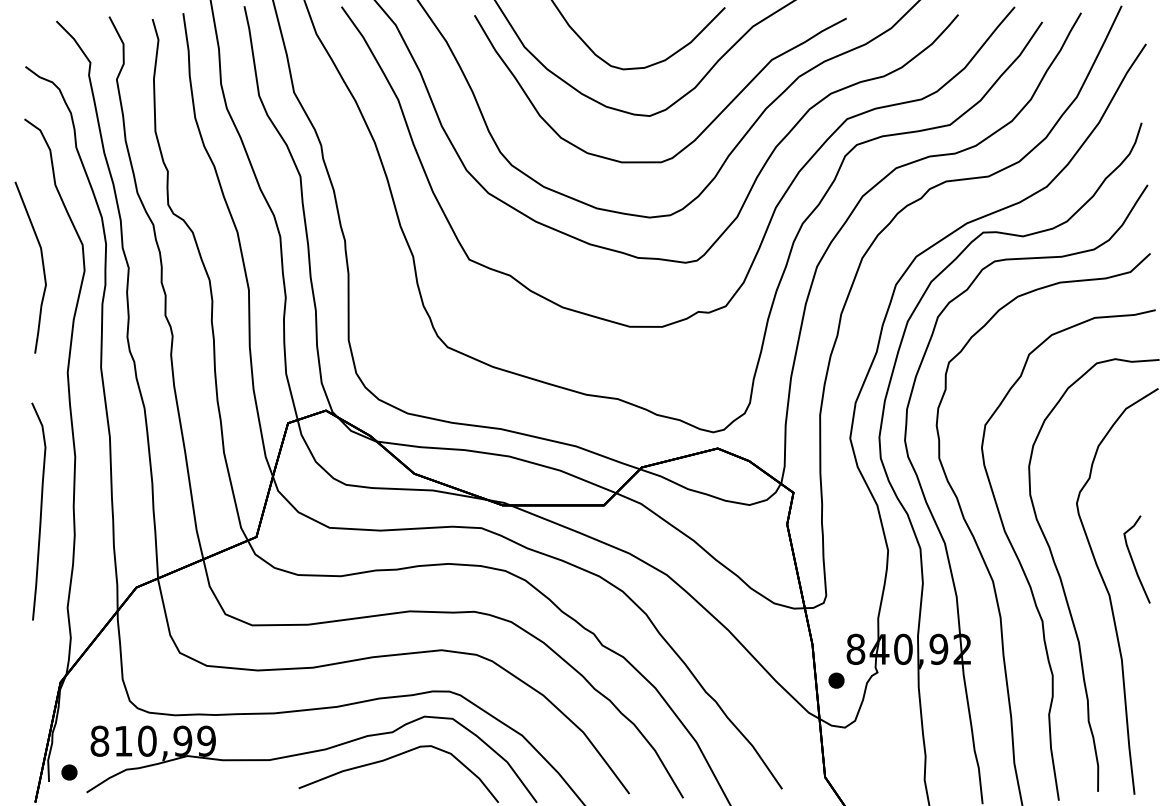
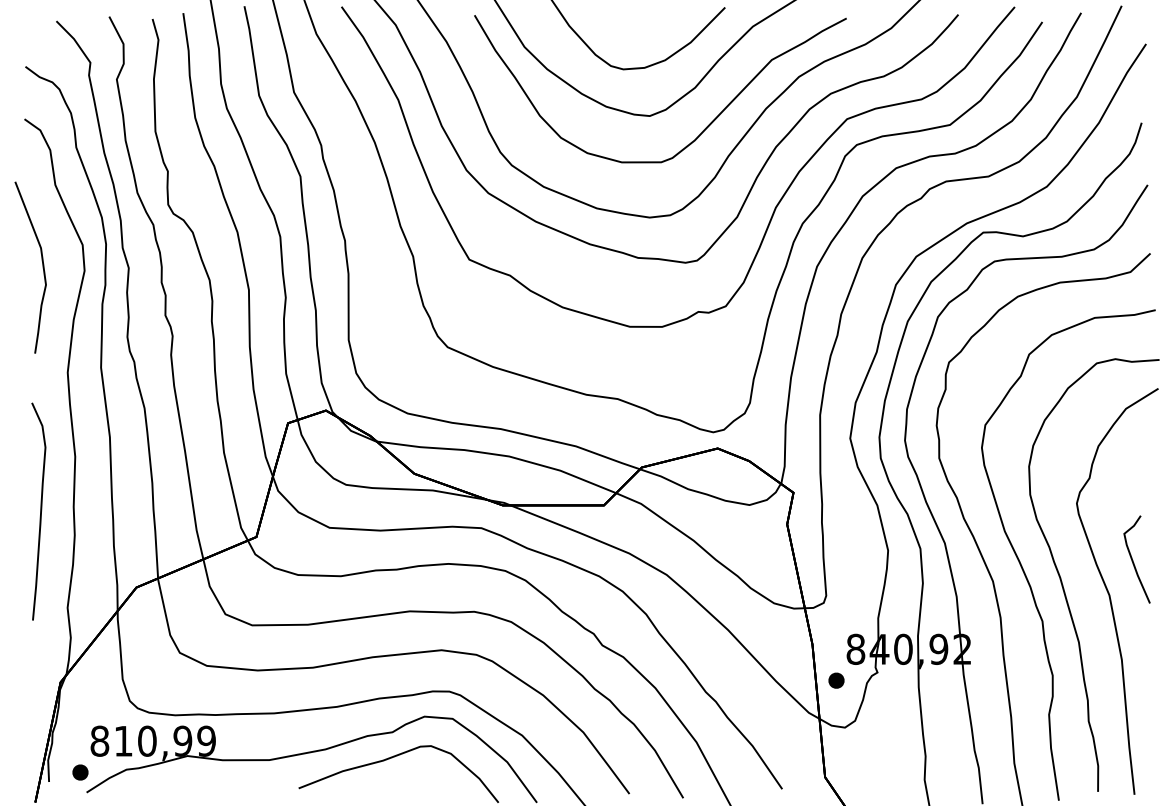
part at (69, 772) position: (69, 772) -> (80, 772)
